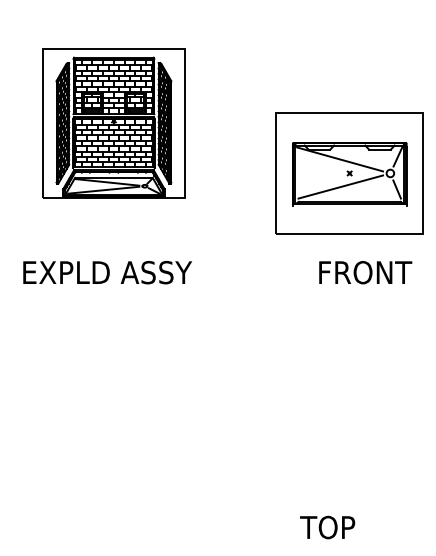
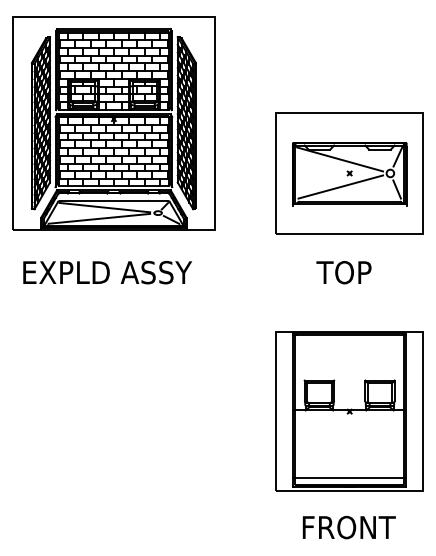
part at (113, 123) size: 144x151 px -> 204x215 px
text at (364, 272): FRONT -> TOP
part at (349, 411): none -> present
text at (347, 527): TOP -> FRONT
